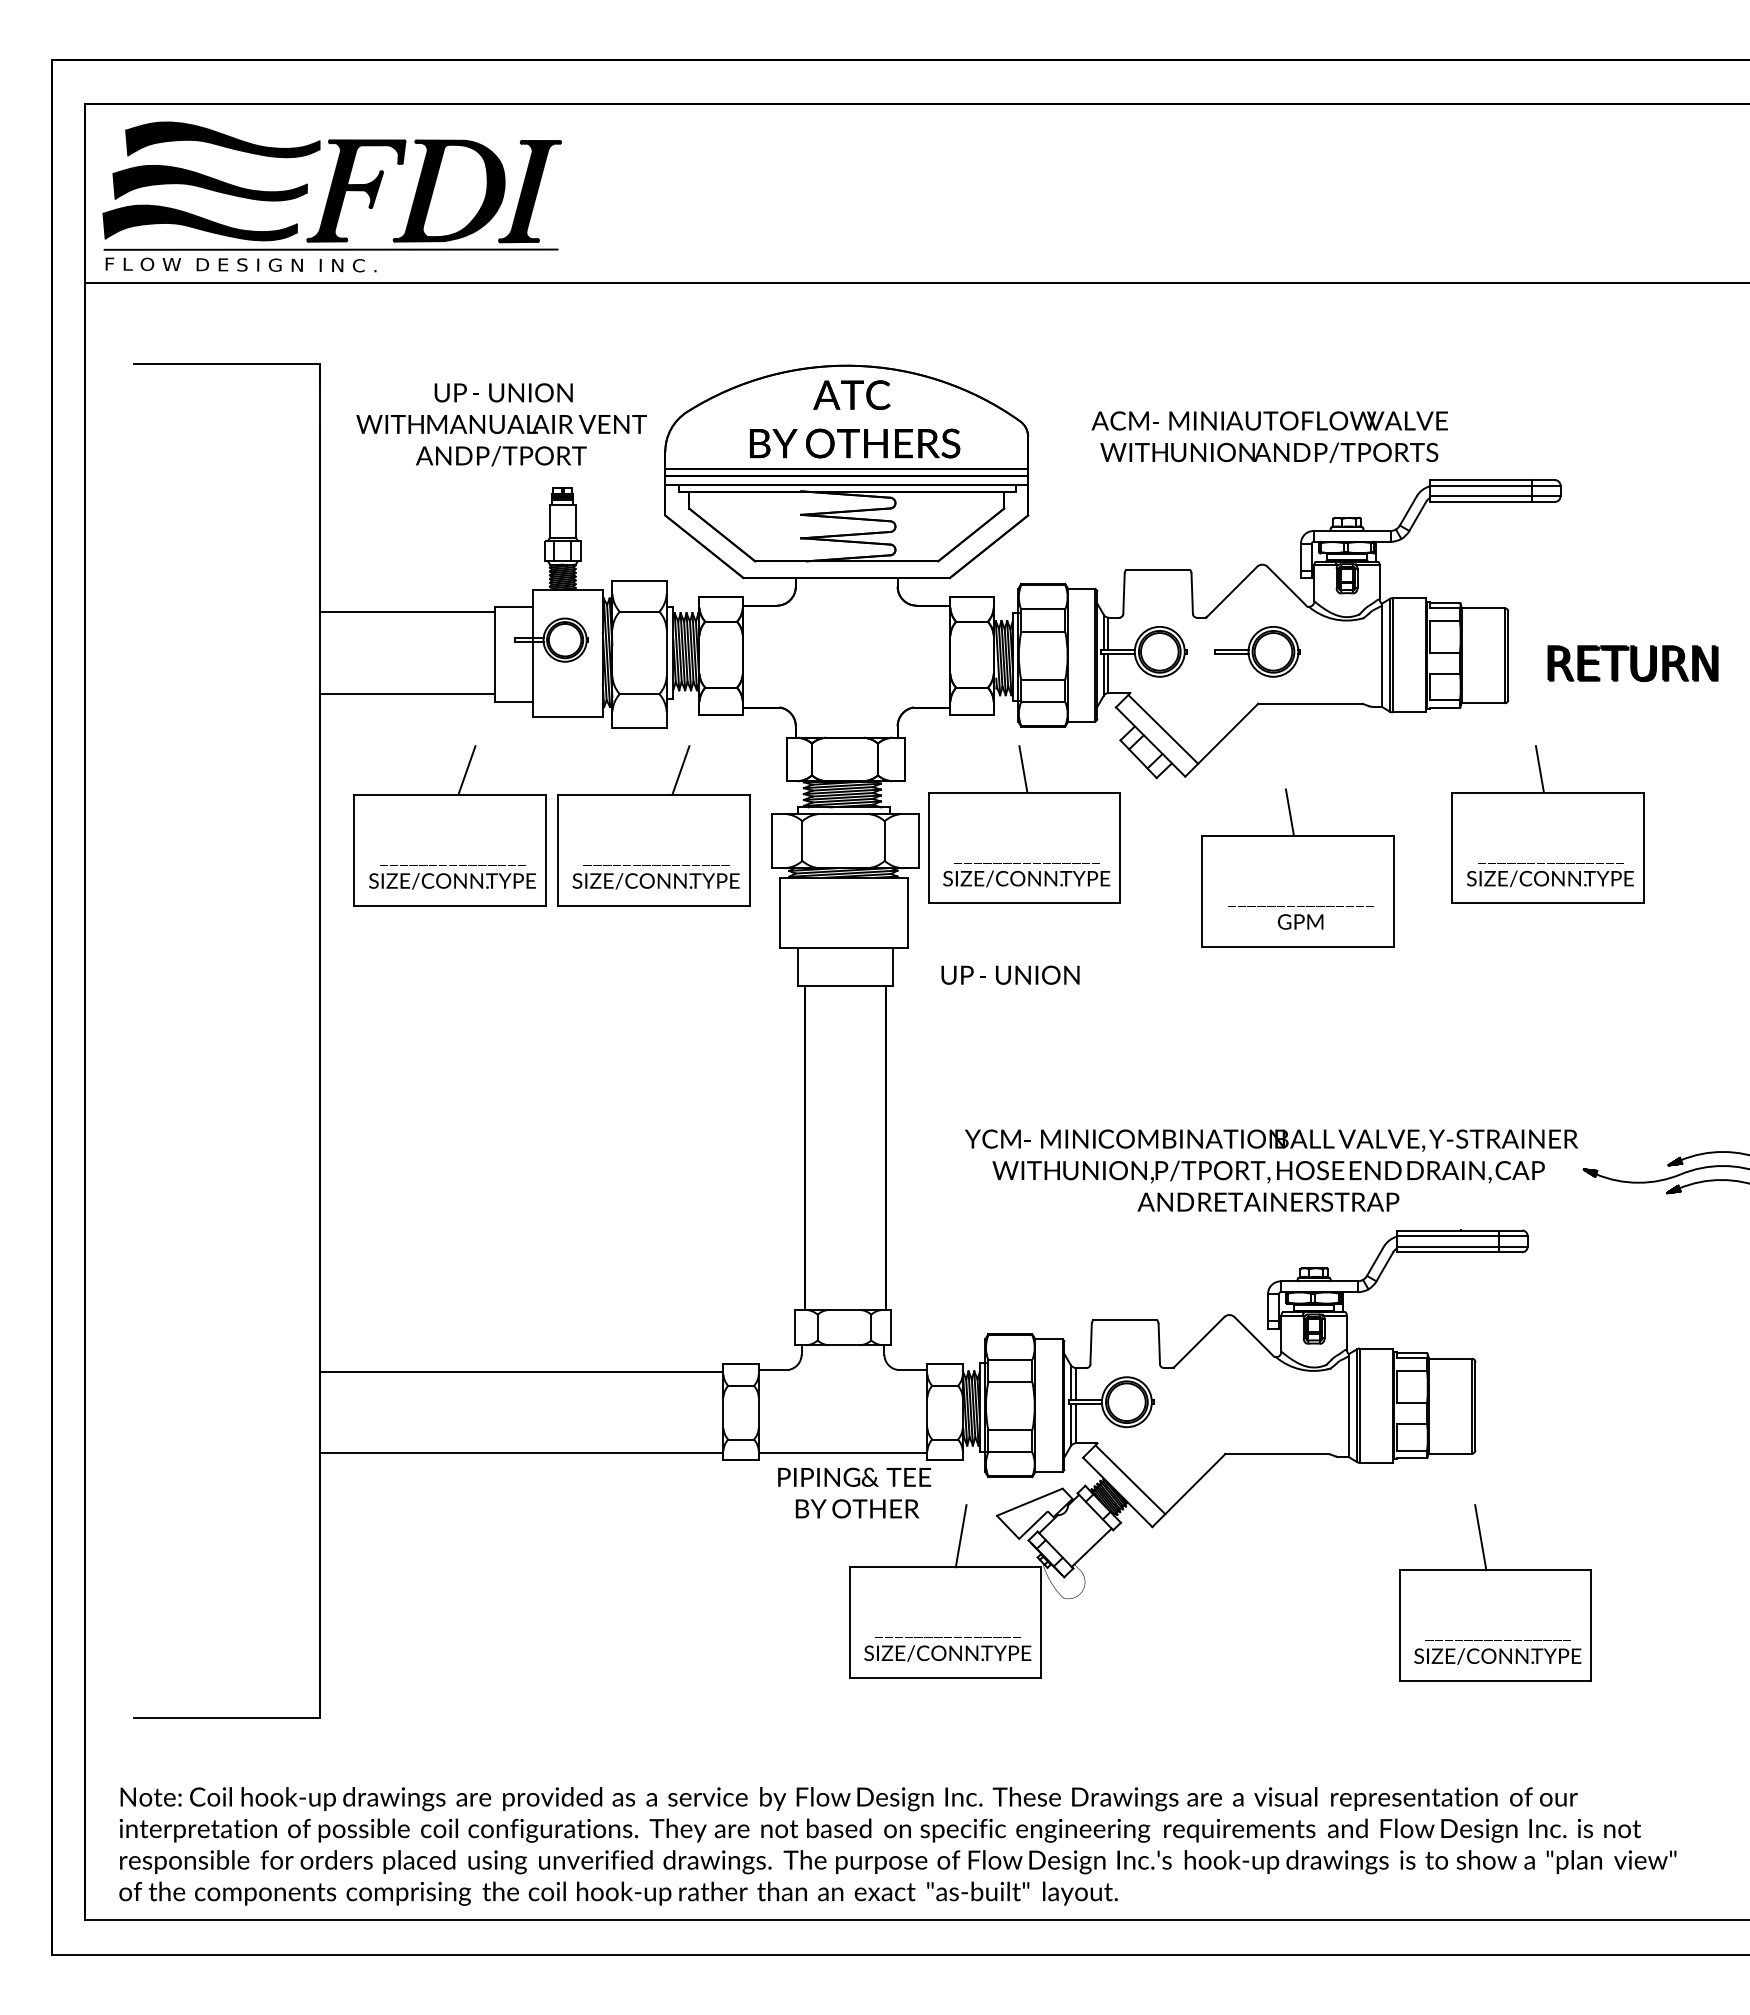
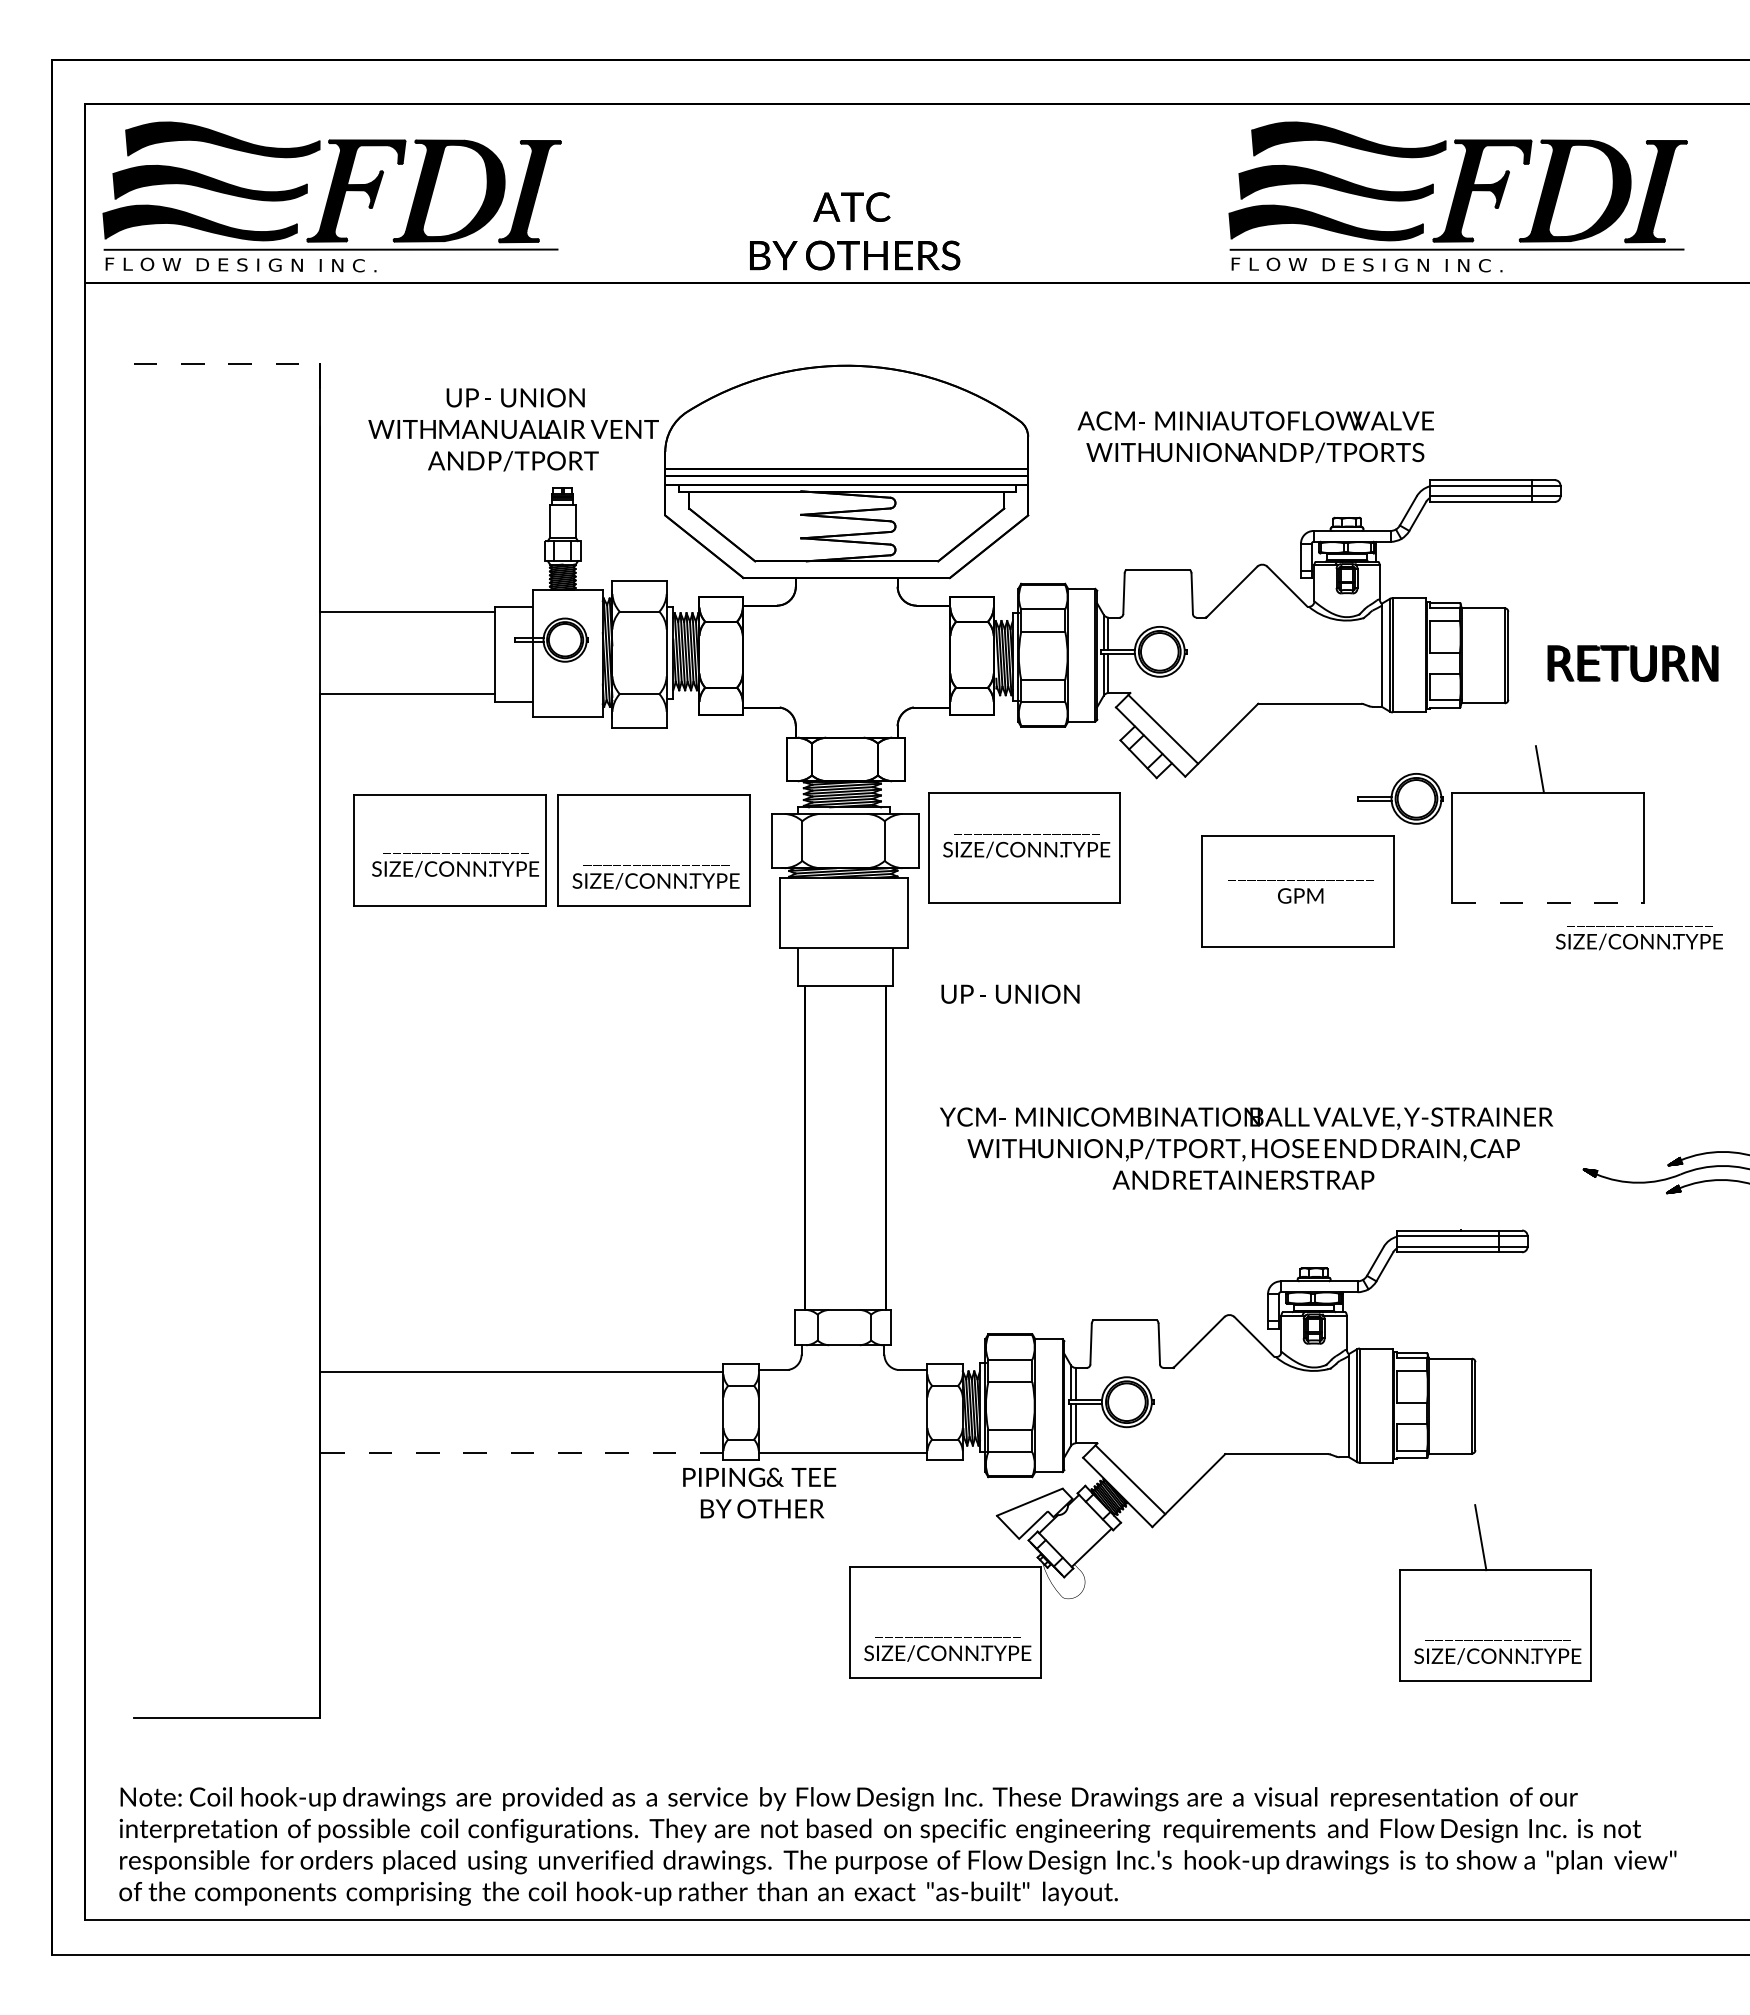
part at (1457, 196): none -> present
line at (227, 363): solid -> dashed
text at (855, 419) position: (855, 419) -> (855, 231)
text at (501, 424) position: (501, 424) -> (513, 429)
text at (1269, 436) position: (1269, 436) -> (1255, 436)
part at (1257, 651) position: (1257, 651) -> (1400, 798)
line at (1023, 769): present -> none
line at (466, 770): present -> none
line at (680, 770): present -> none
line at (1289, 812): present -> none
text at (1026, 875) position: (1026, 875) -> (1026, 846)
text at (1550, 875) position: (1550, 875) -> (1639, 938)
text at (452, 877) position: (452, 877) -> (455, 865)
line at (1548, 903): solid -> dashed
text at (1300, 917) position: (1300, 917) -> (1300, 891)
text at (1010, 974) position: (1010, 974) -> (1010, 993)
text at (1271, 1170) position: (1271, 1170) -> (1246, 1148)
line at (521, 1453): solid -> dashed
text at (854, 1492) position: (854, 1492) -> (759, 1492)
line at (960, 1536): present -> none
